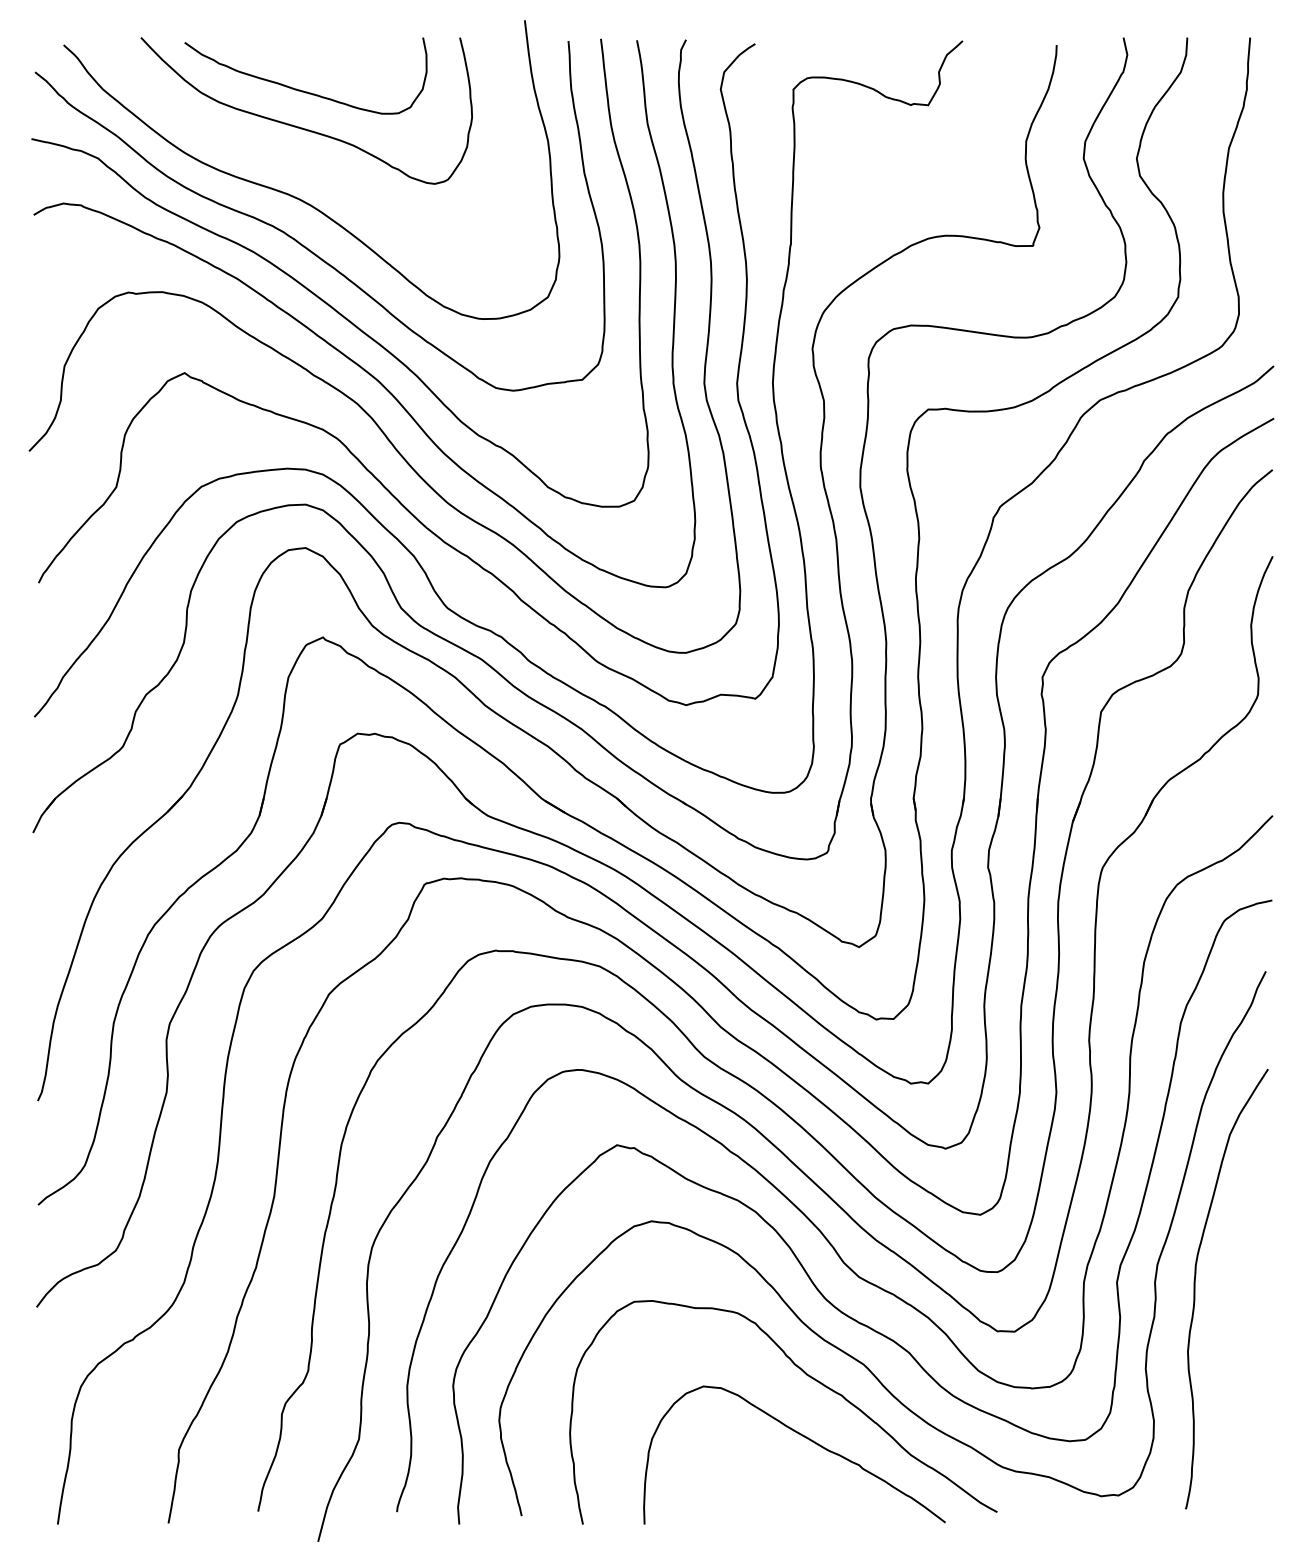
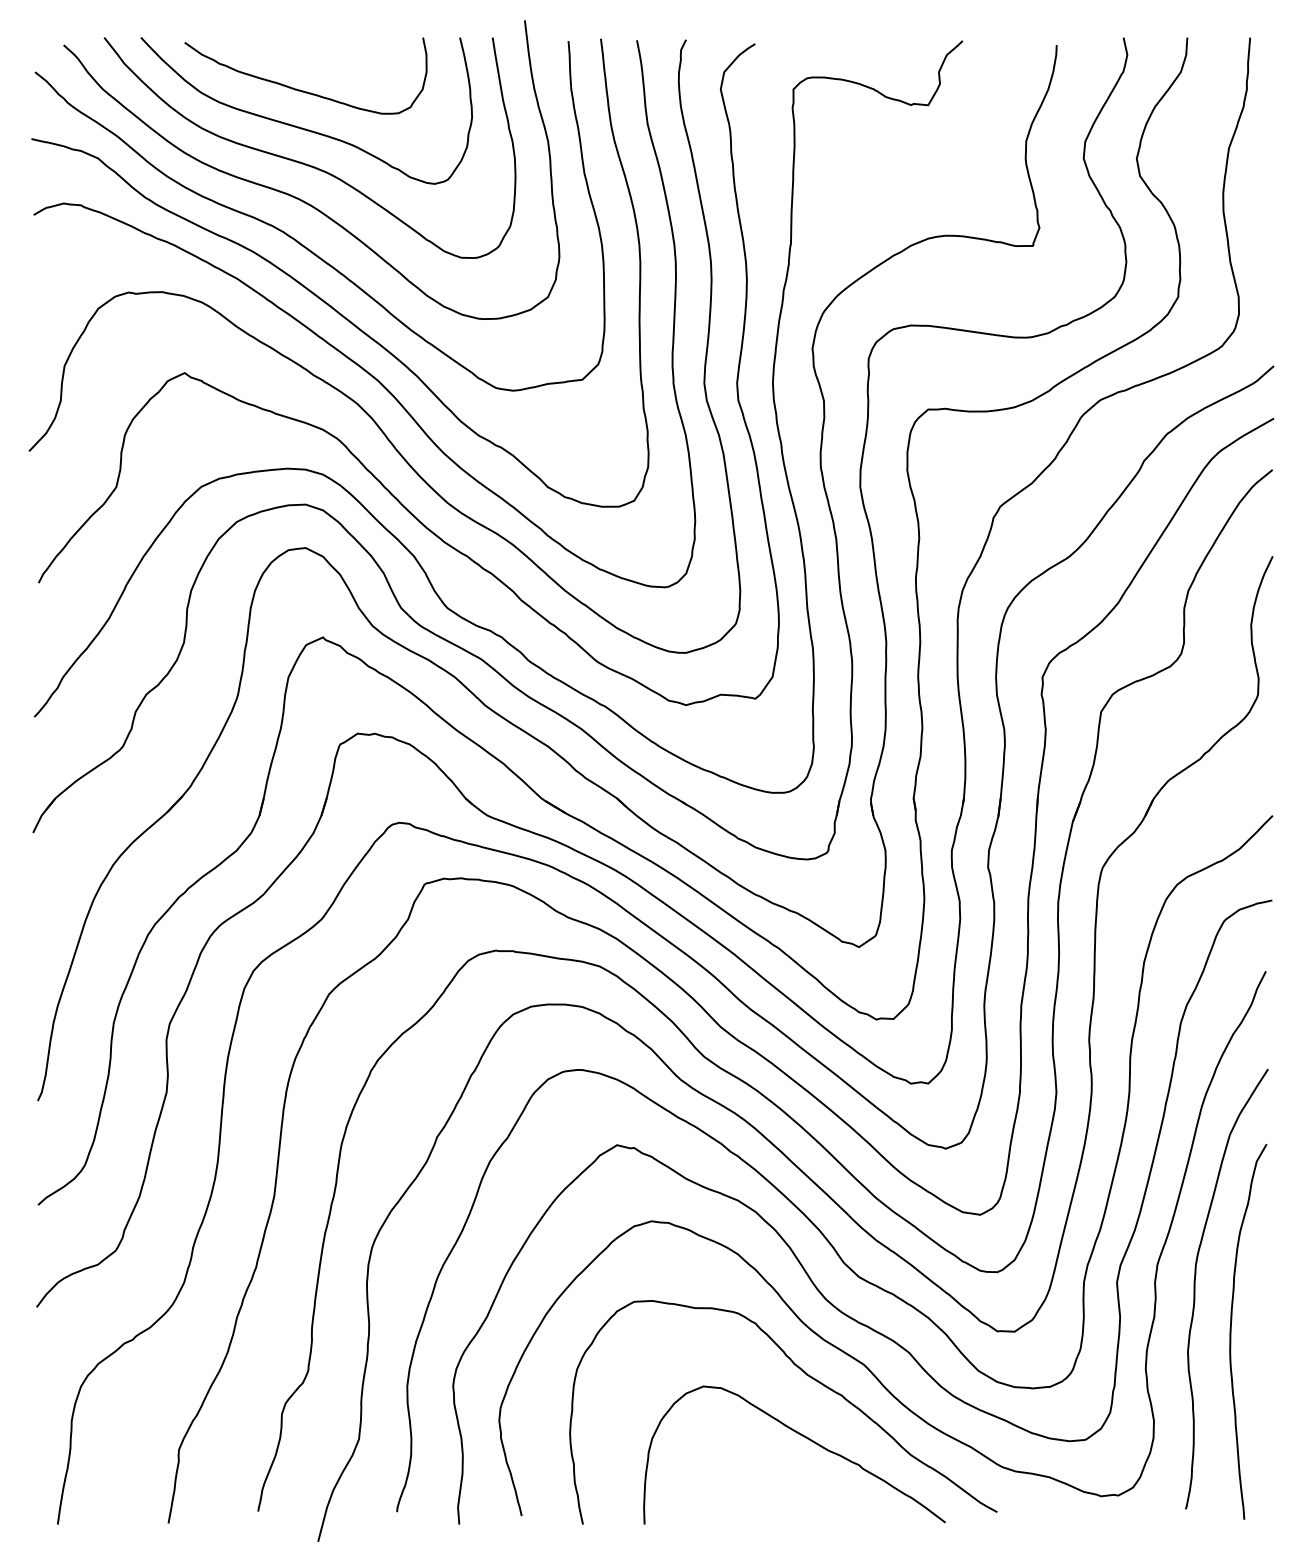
curve at (303, 162): none -> present
curve at (1231, 1331): none -> present
